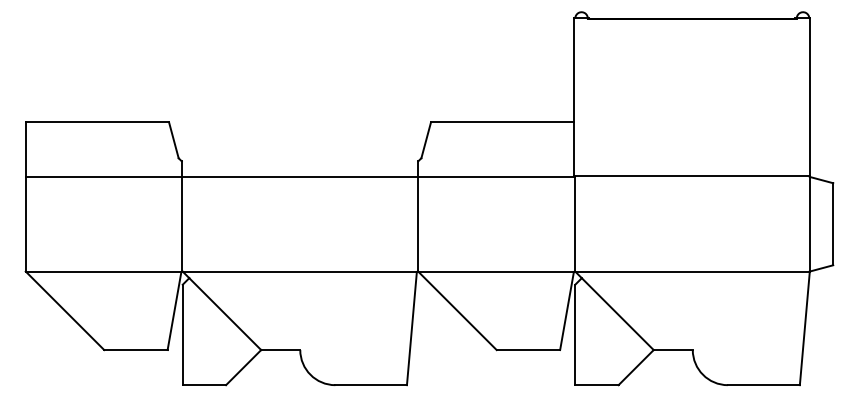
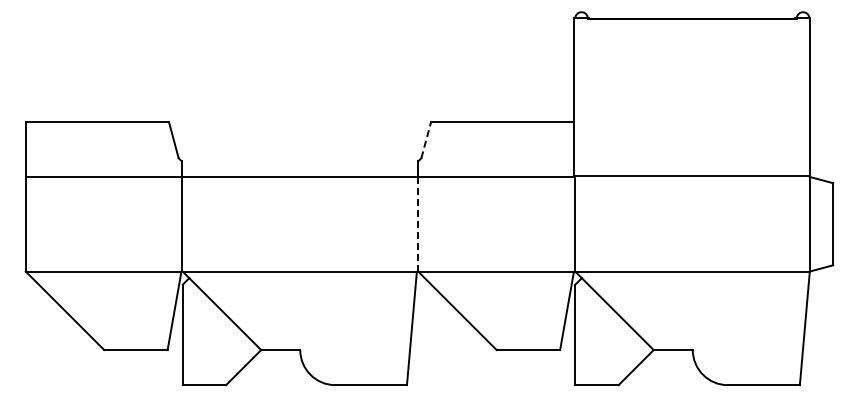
line at (426, 140): solid -> dashed
line at (417, 224): solid -> dashed
